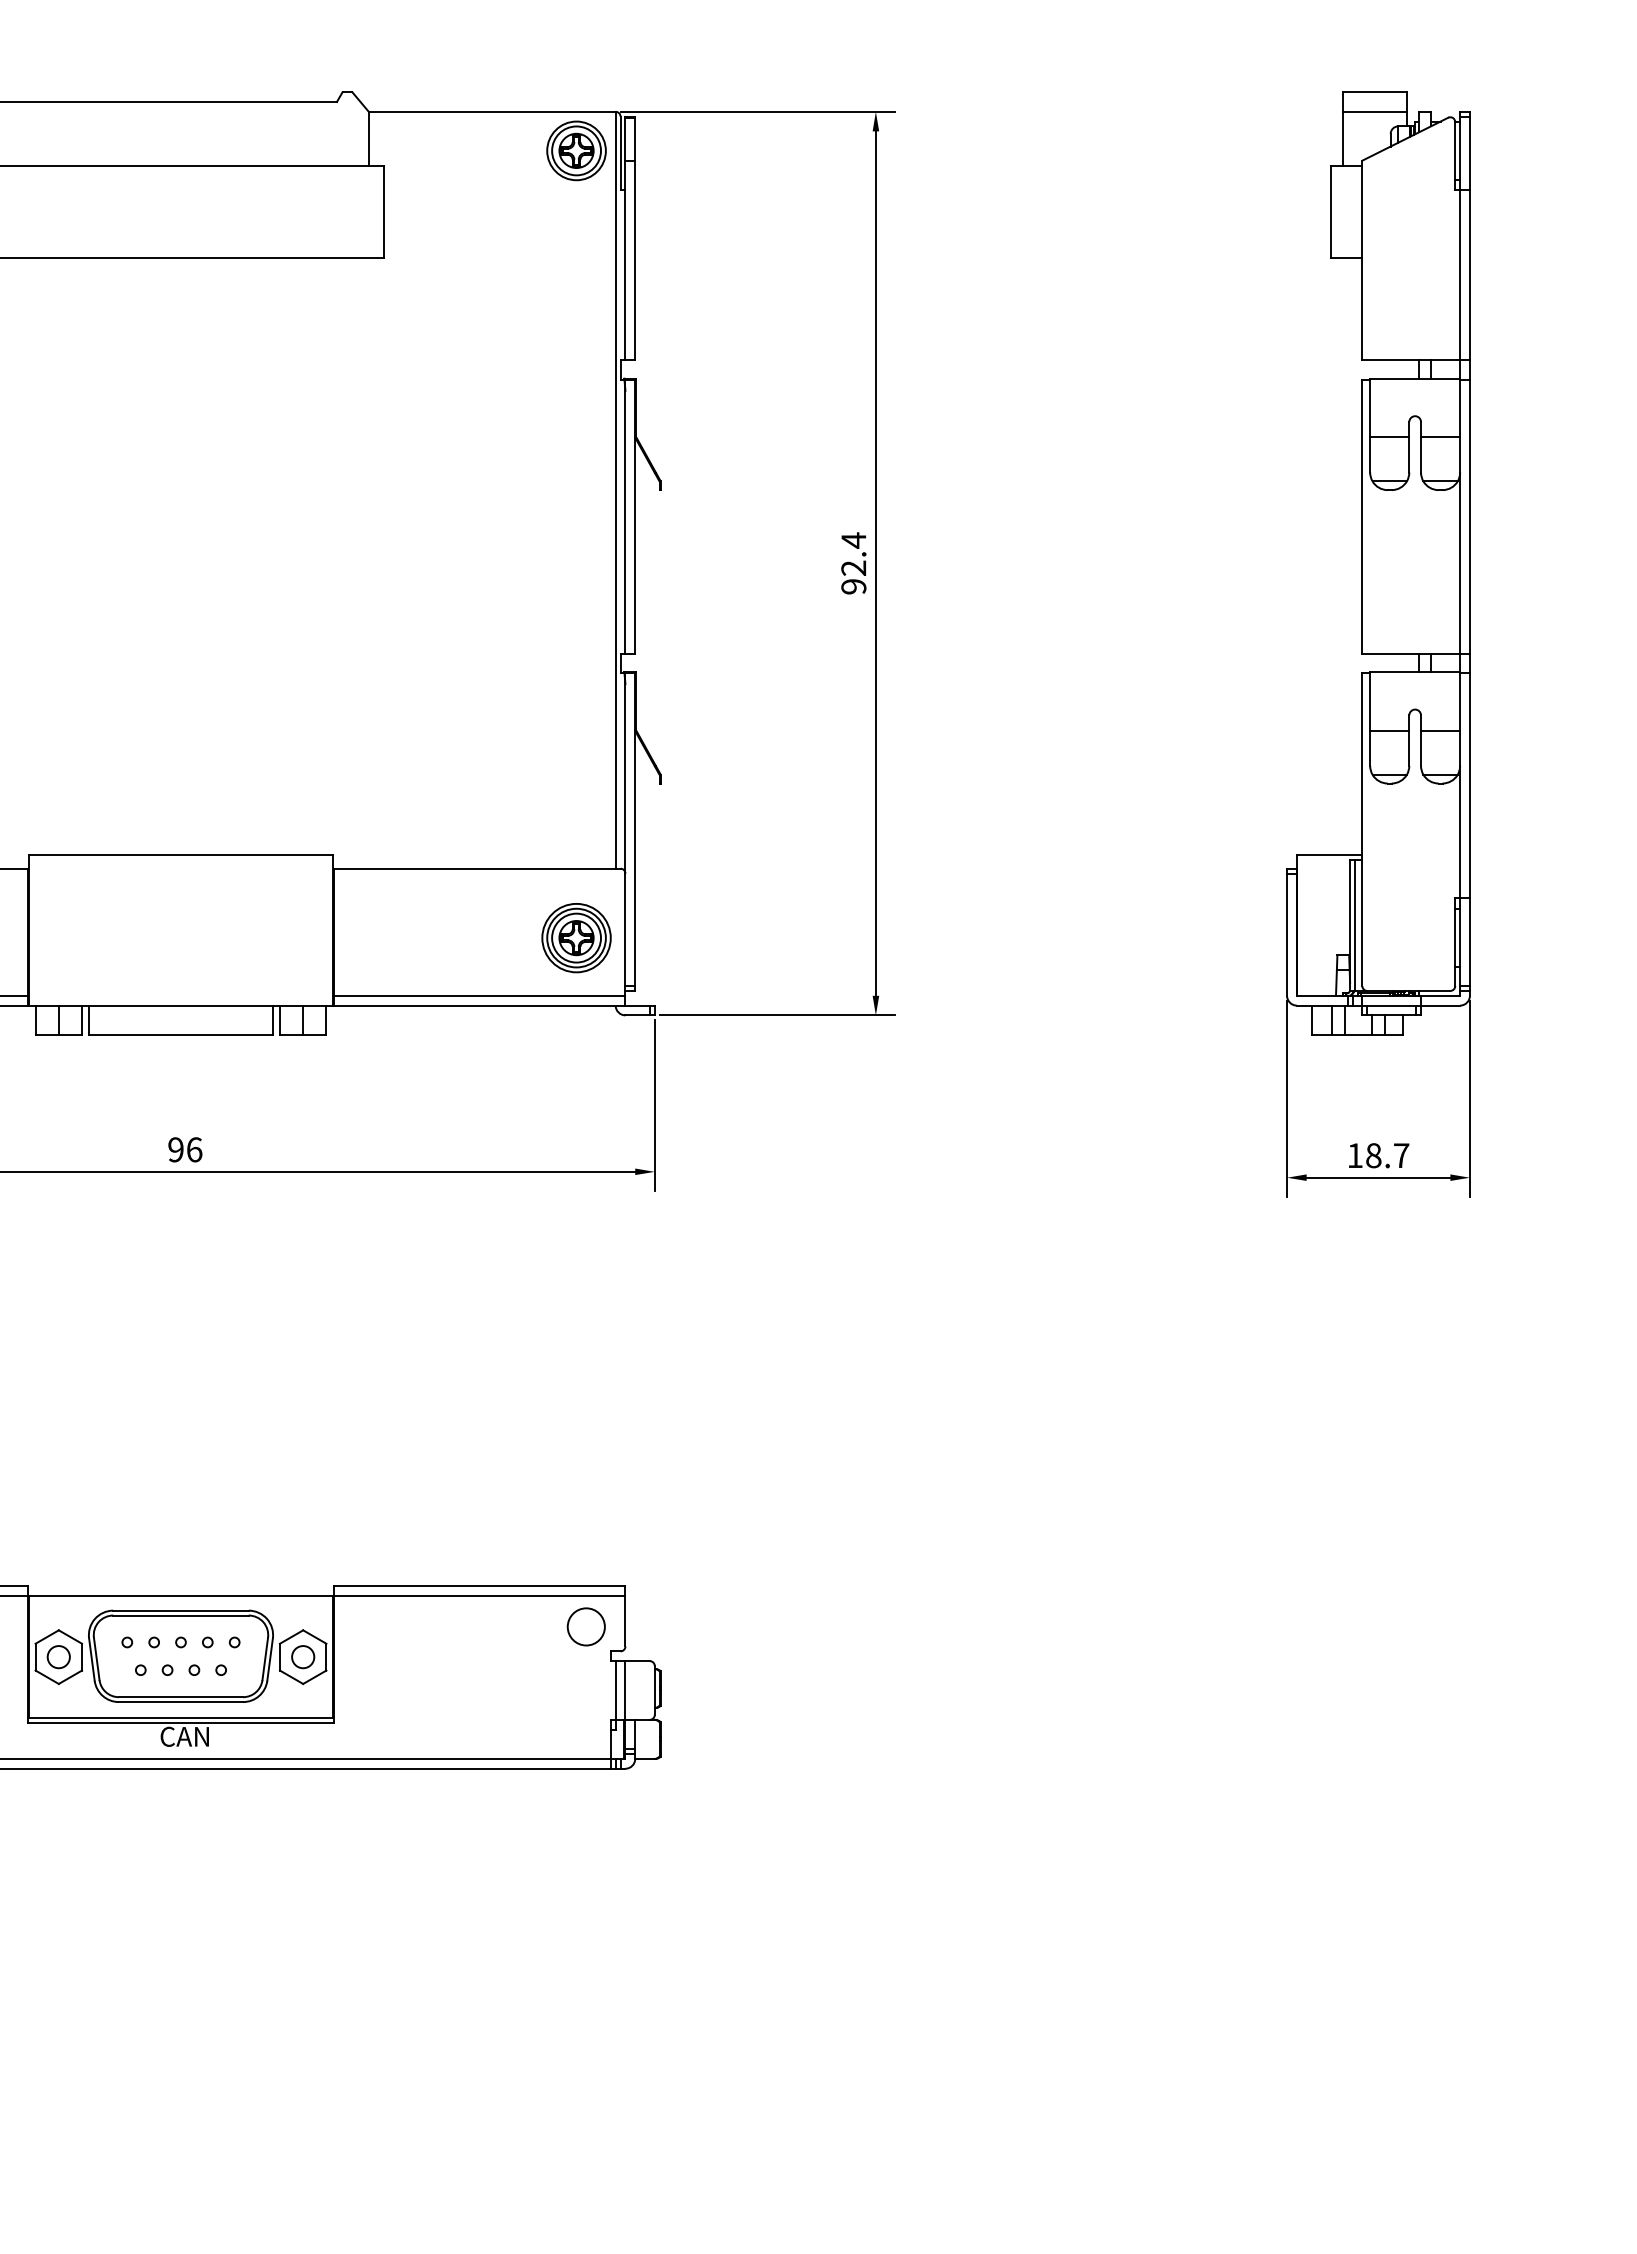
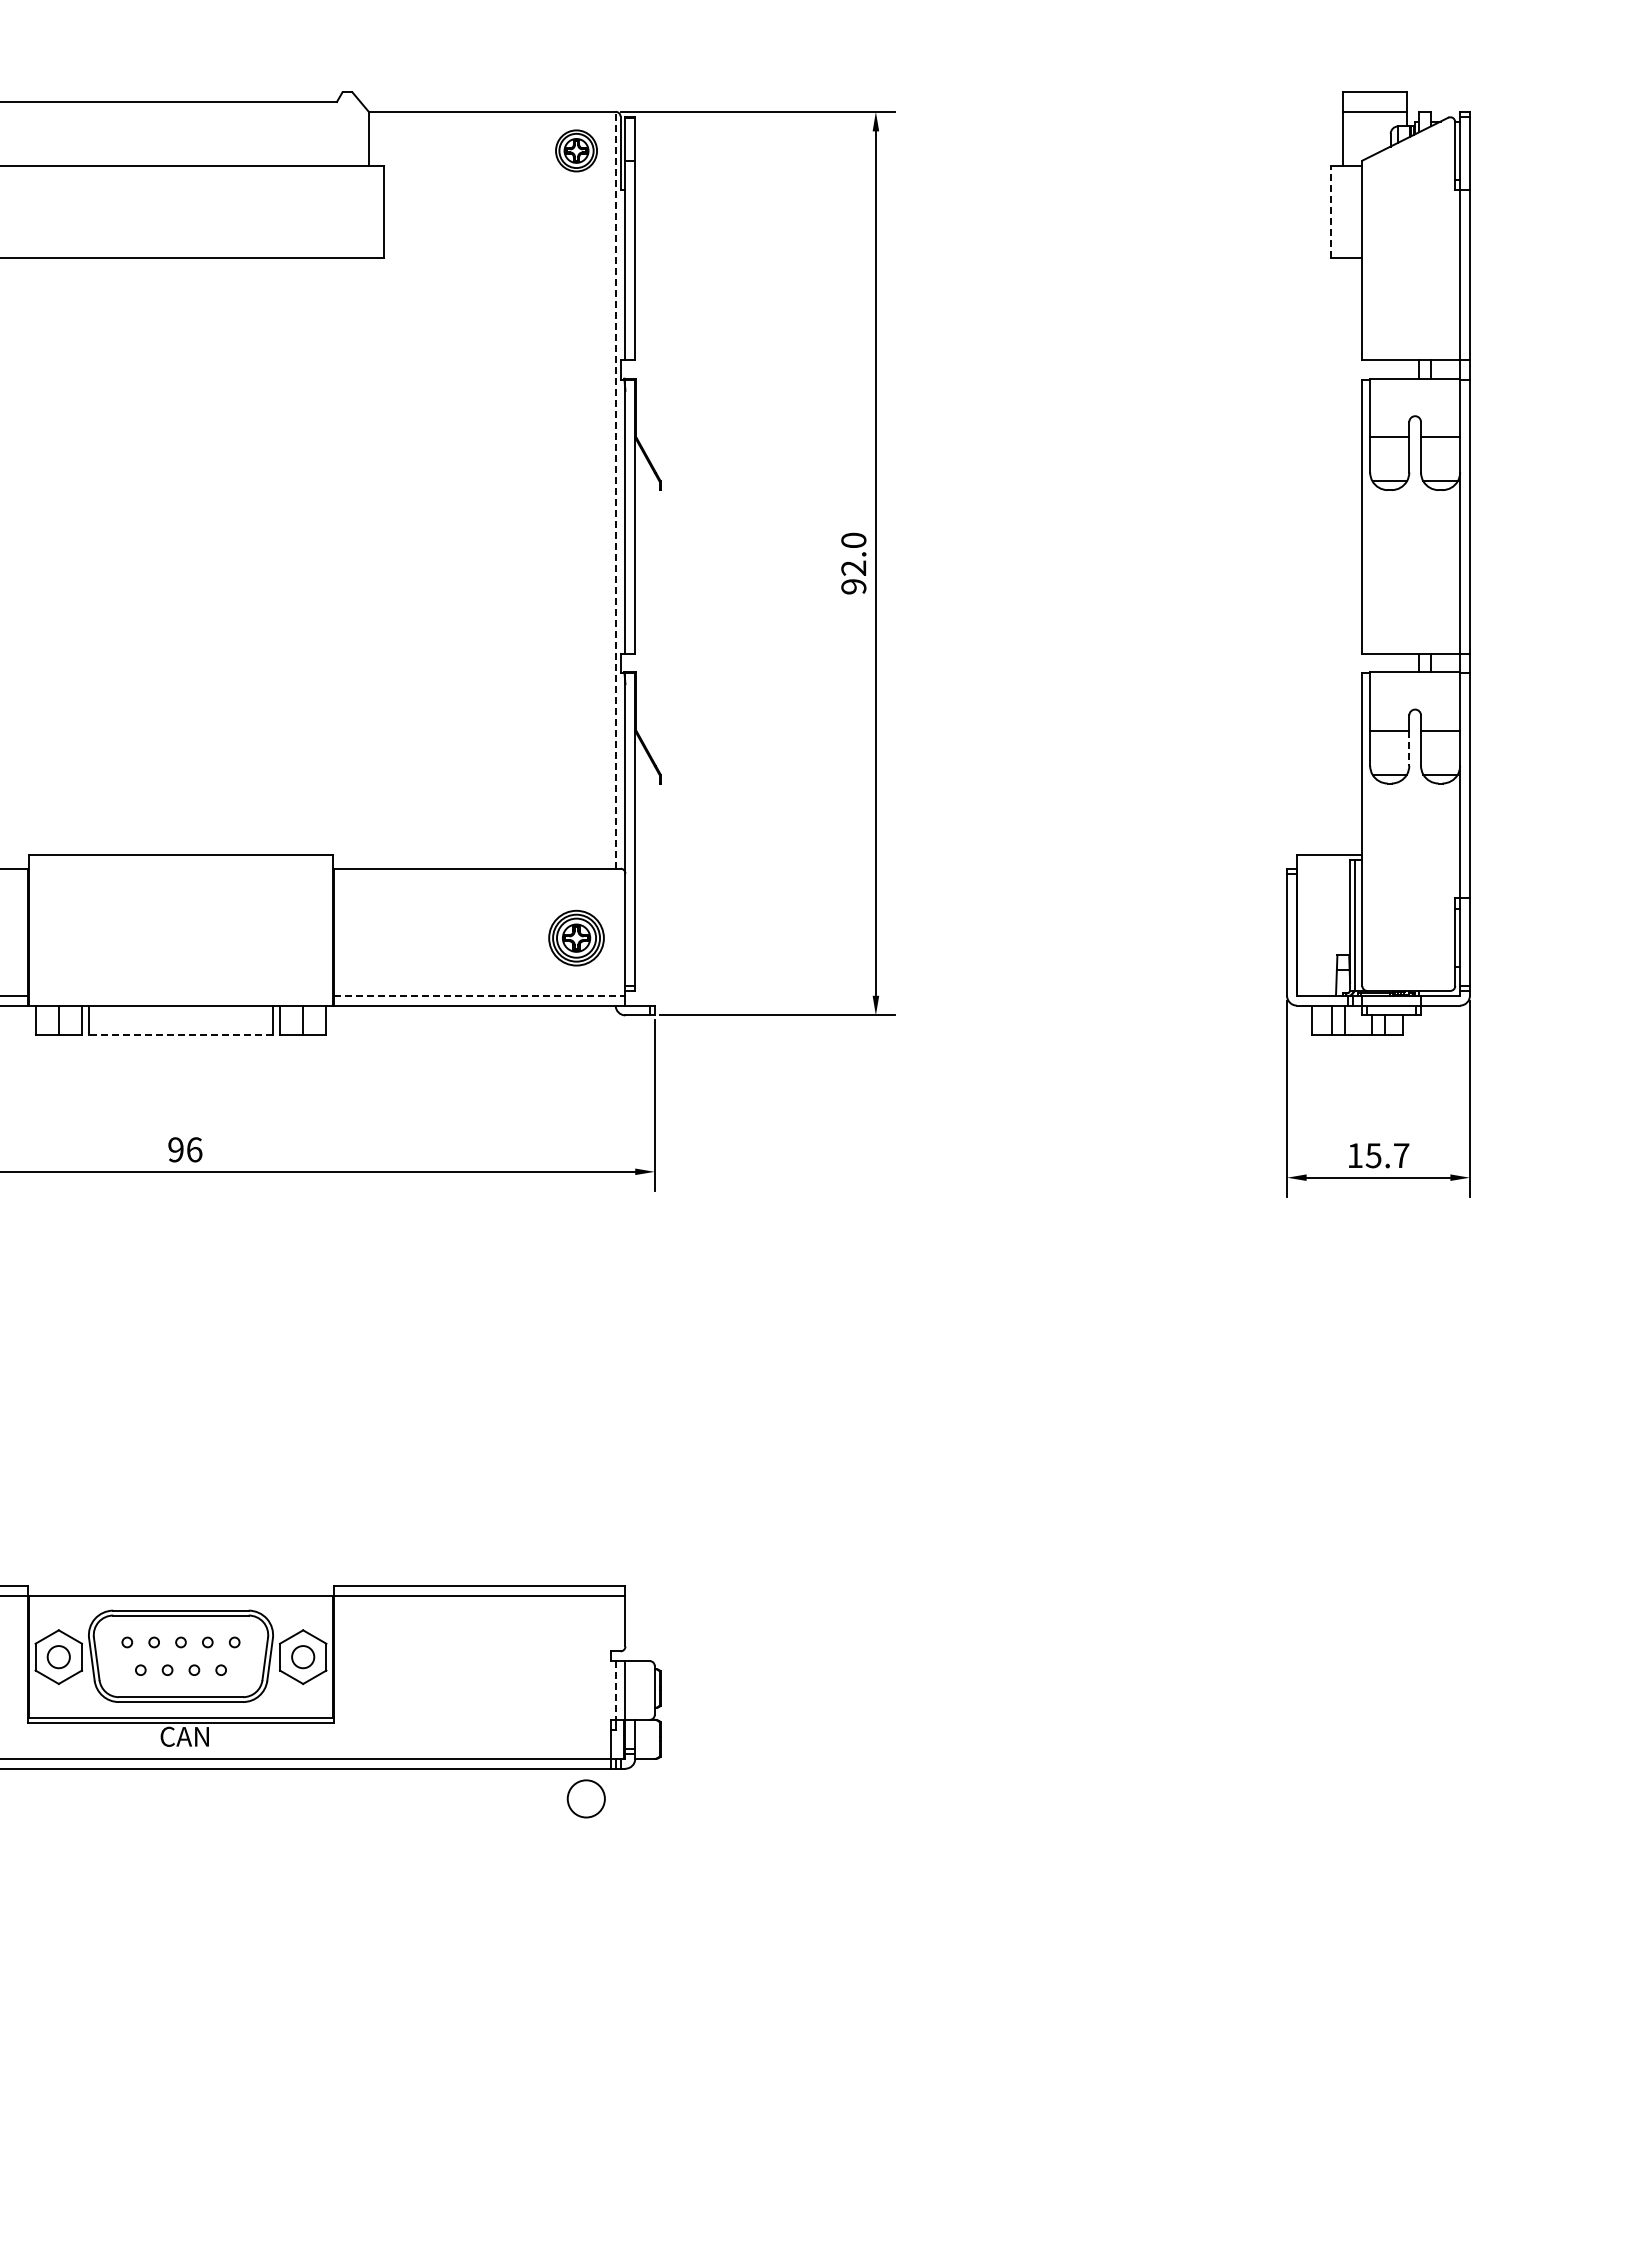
part at (576, 150) size: 61x62 px -> 43x44 px
line at (1331, 211): solid -> dashed
line at (615, 489): solid -> dashed
text at (853, 540): 92.4 -> 92.0
line at (1409, 748): solid -> dashed
part at (576, 938) size: 71x71 px -> 57x58 px
line at (479, 995): solid -> dashed
line at (181, 1034): solid -> dashed
text at (1373, 1155): 18.7 -> 15.7
circle at (585, 1626) position: (585, 1626) -> (585, 1798)
line at (615, 1690): solid -> dashed
